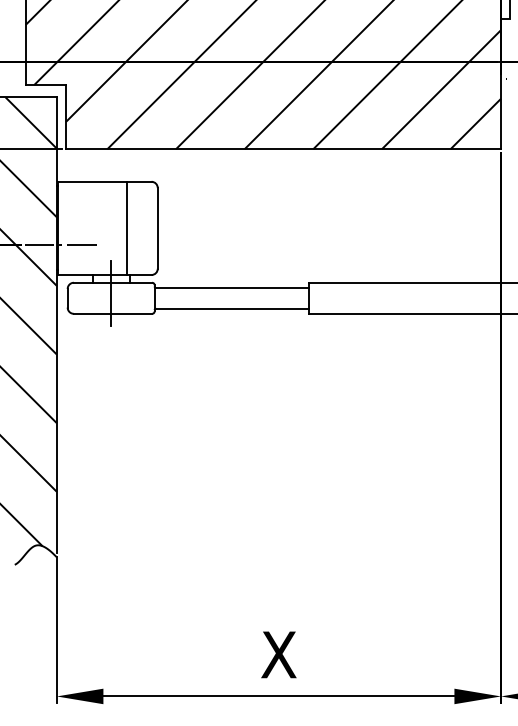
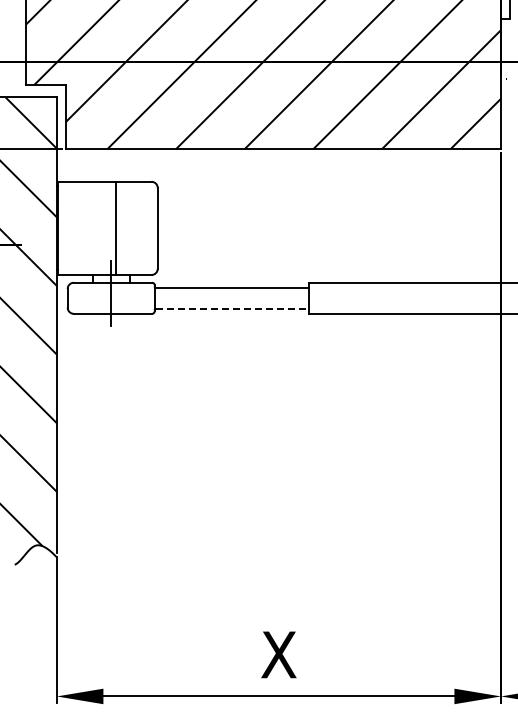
line at (126, 228) position: (126, 228) -> (115, 228)
line at (60, 245): present -> none
line at (233, 308): solid -> dashed
